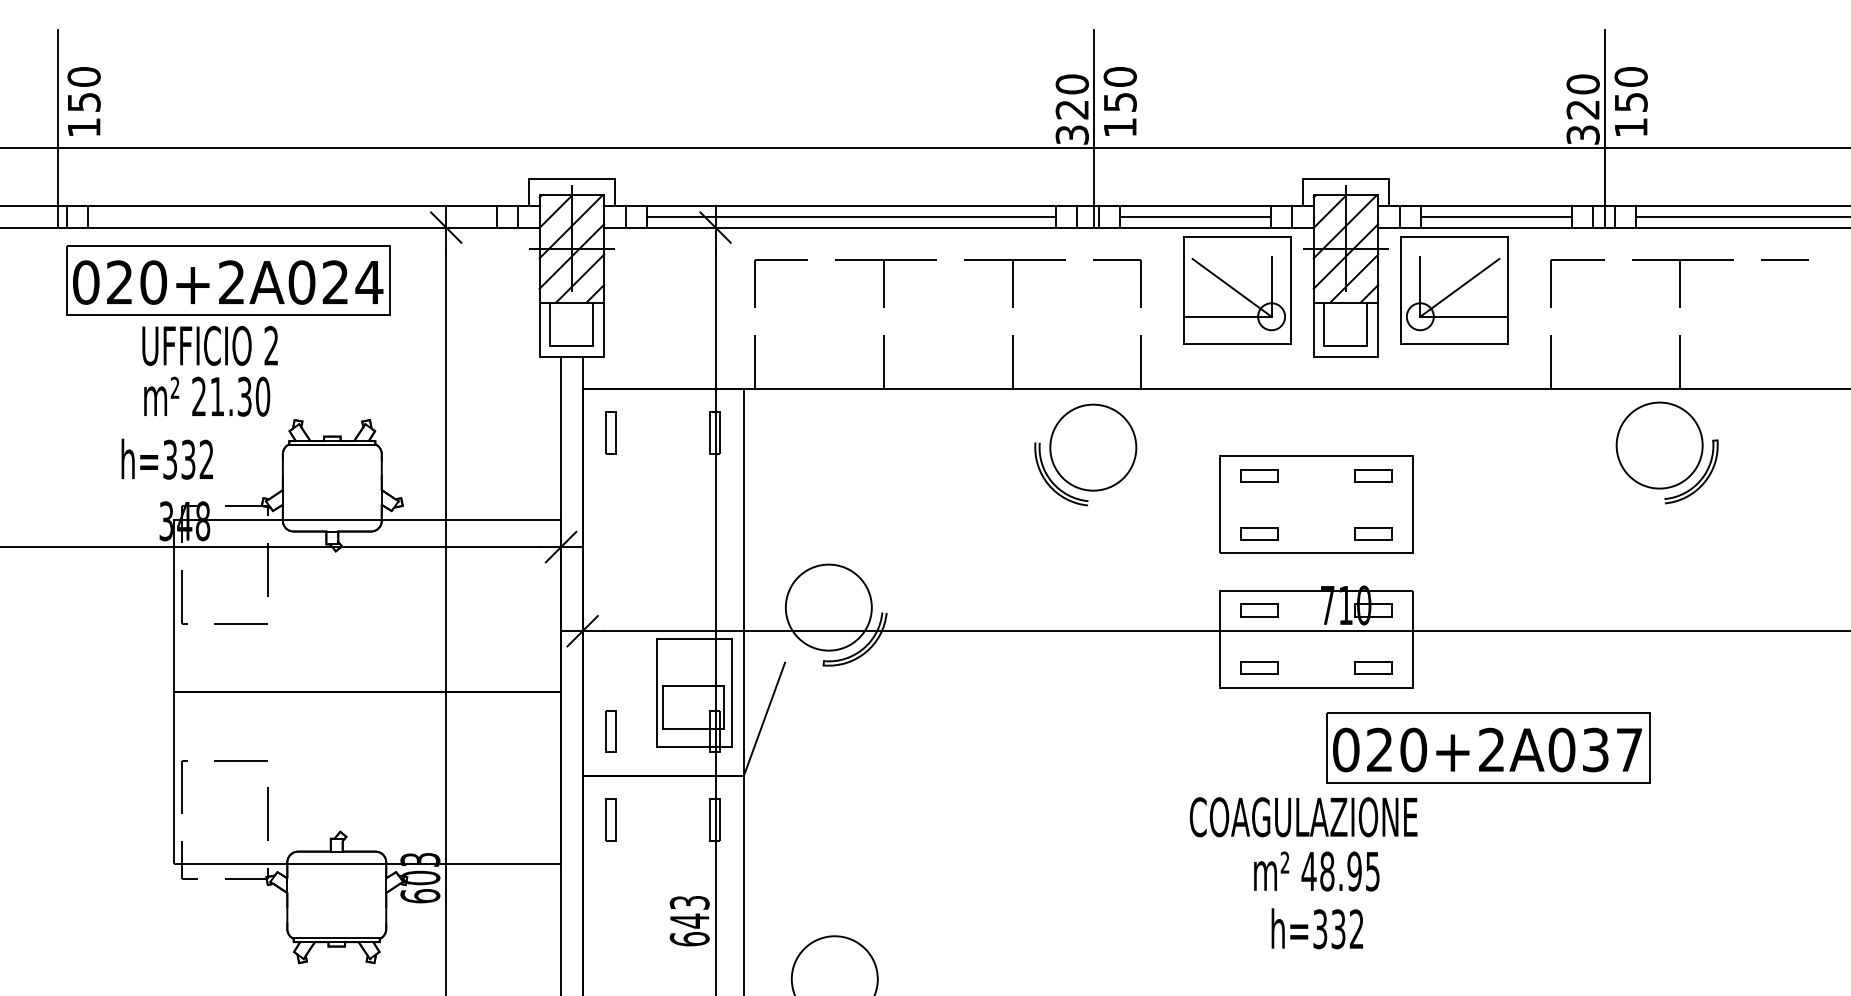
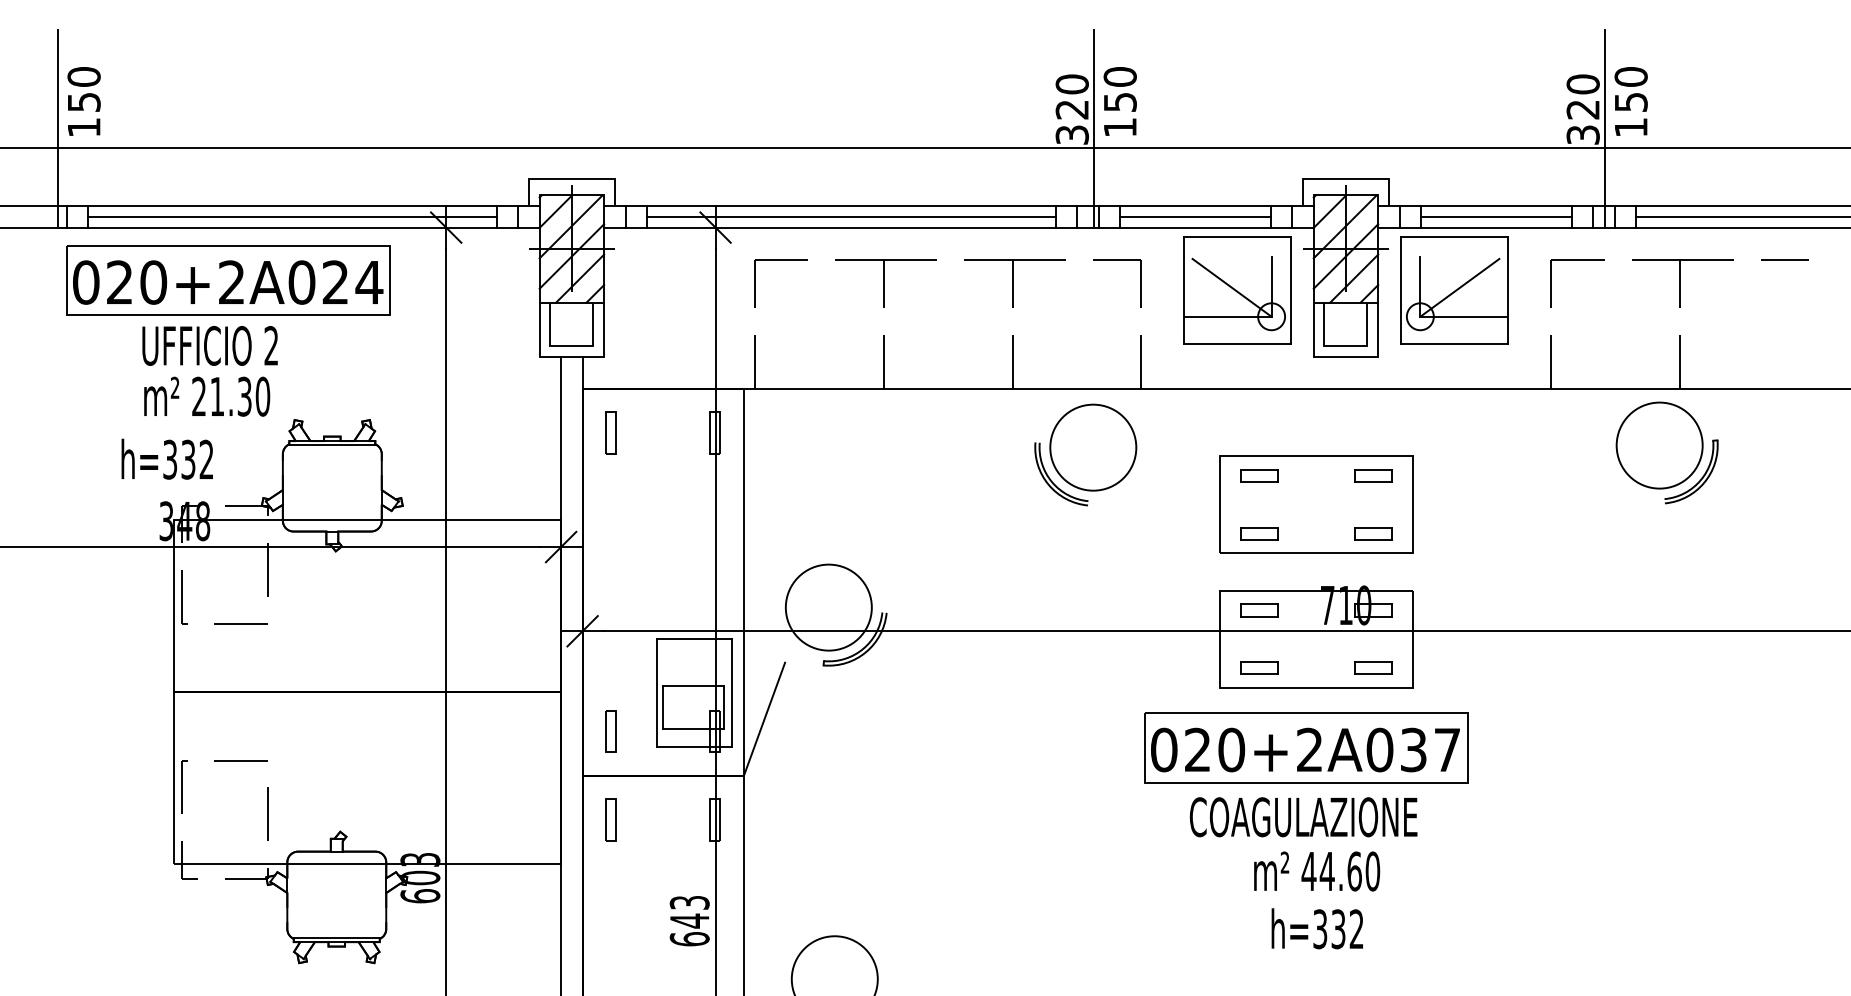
line at (292, 216): none -> present
part at (1488, 747) position: (1488, 747) -> (1306, 747)
text at (1349, 871): 48.95 -> 44.60
